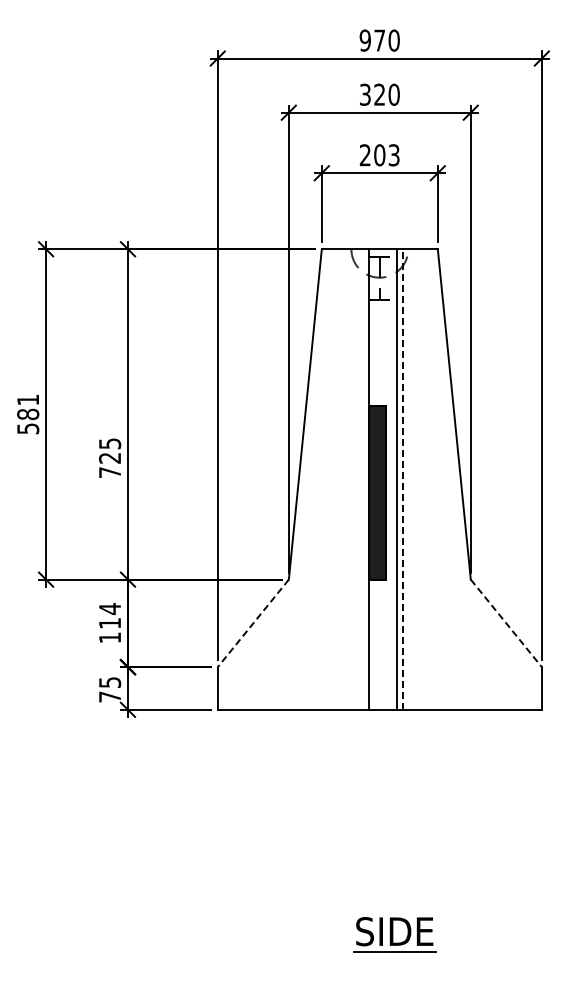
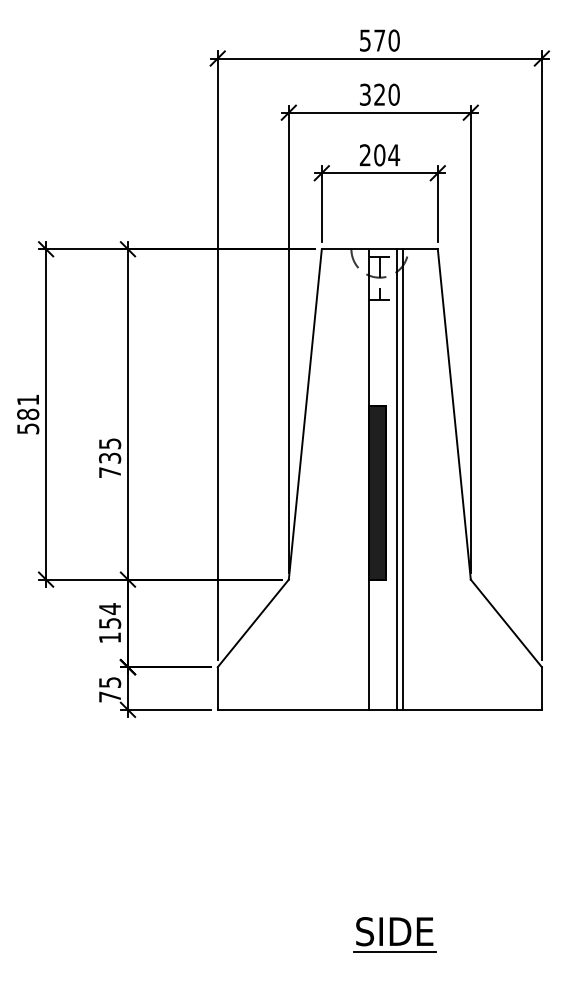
text at (364, 40): 970 -> 570
text at (394, 155): 203 -> 204
text at (110, 457): 725 -> 735
line at (402, 479): dashed -> solid
text at (110, 623): 114 -> 154
line at (252, 623): dashed -> solid
line at (506, 623): dashed -> solid
